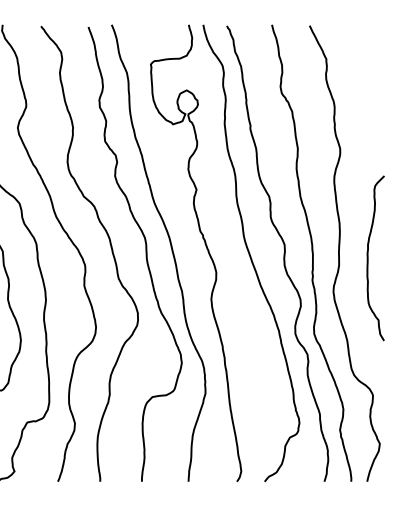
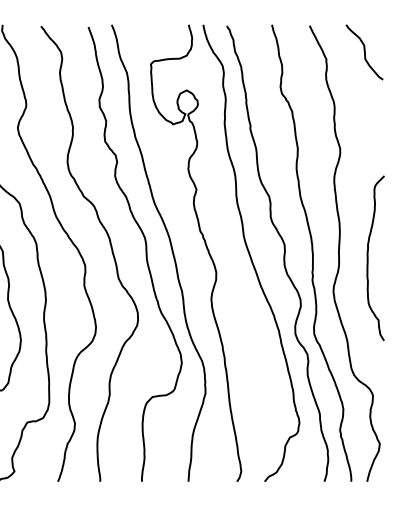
curve at (364, 52): none -> present
